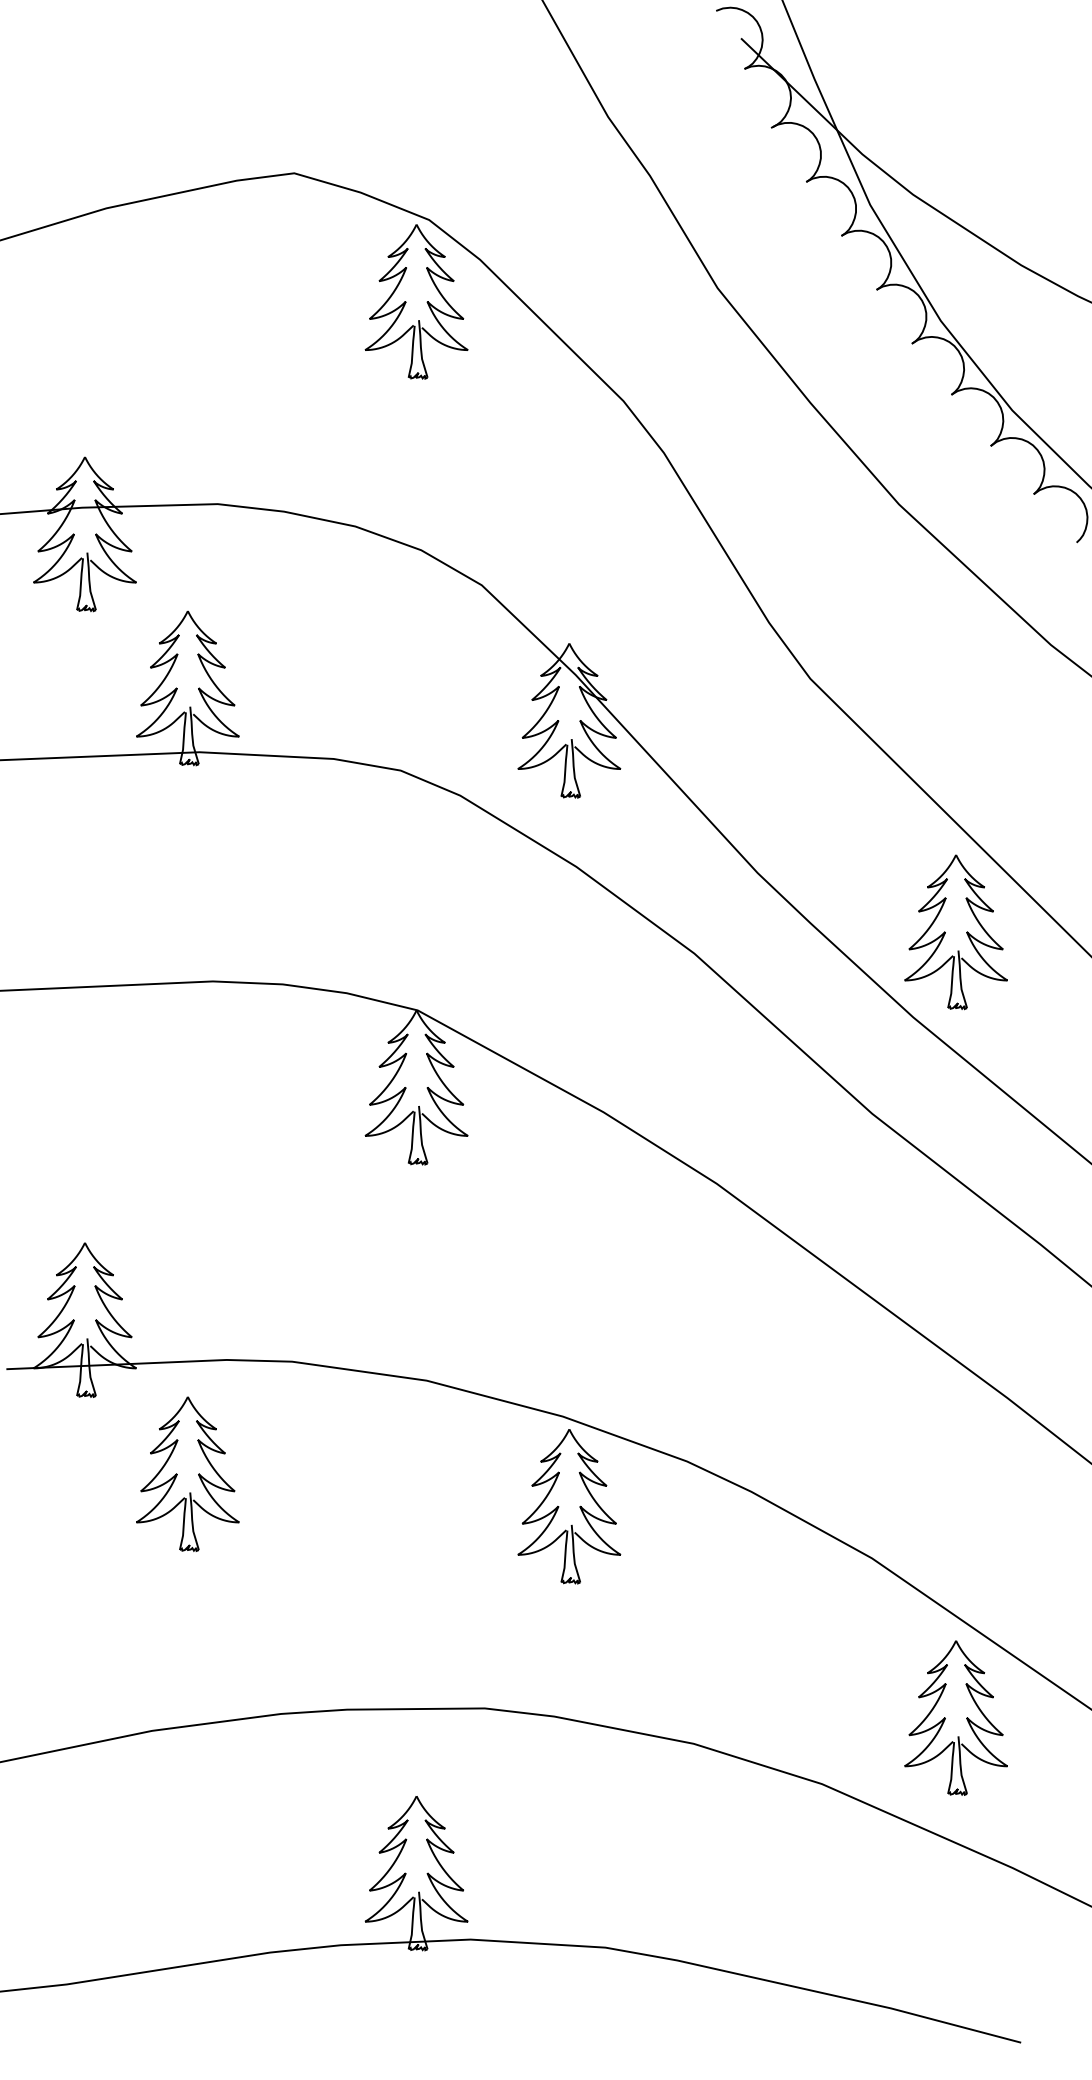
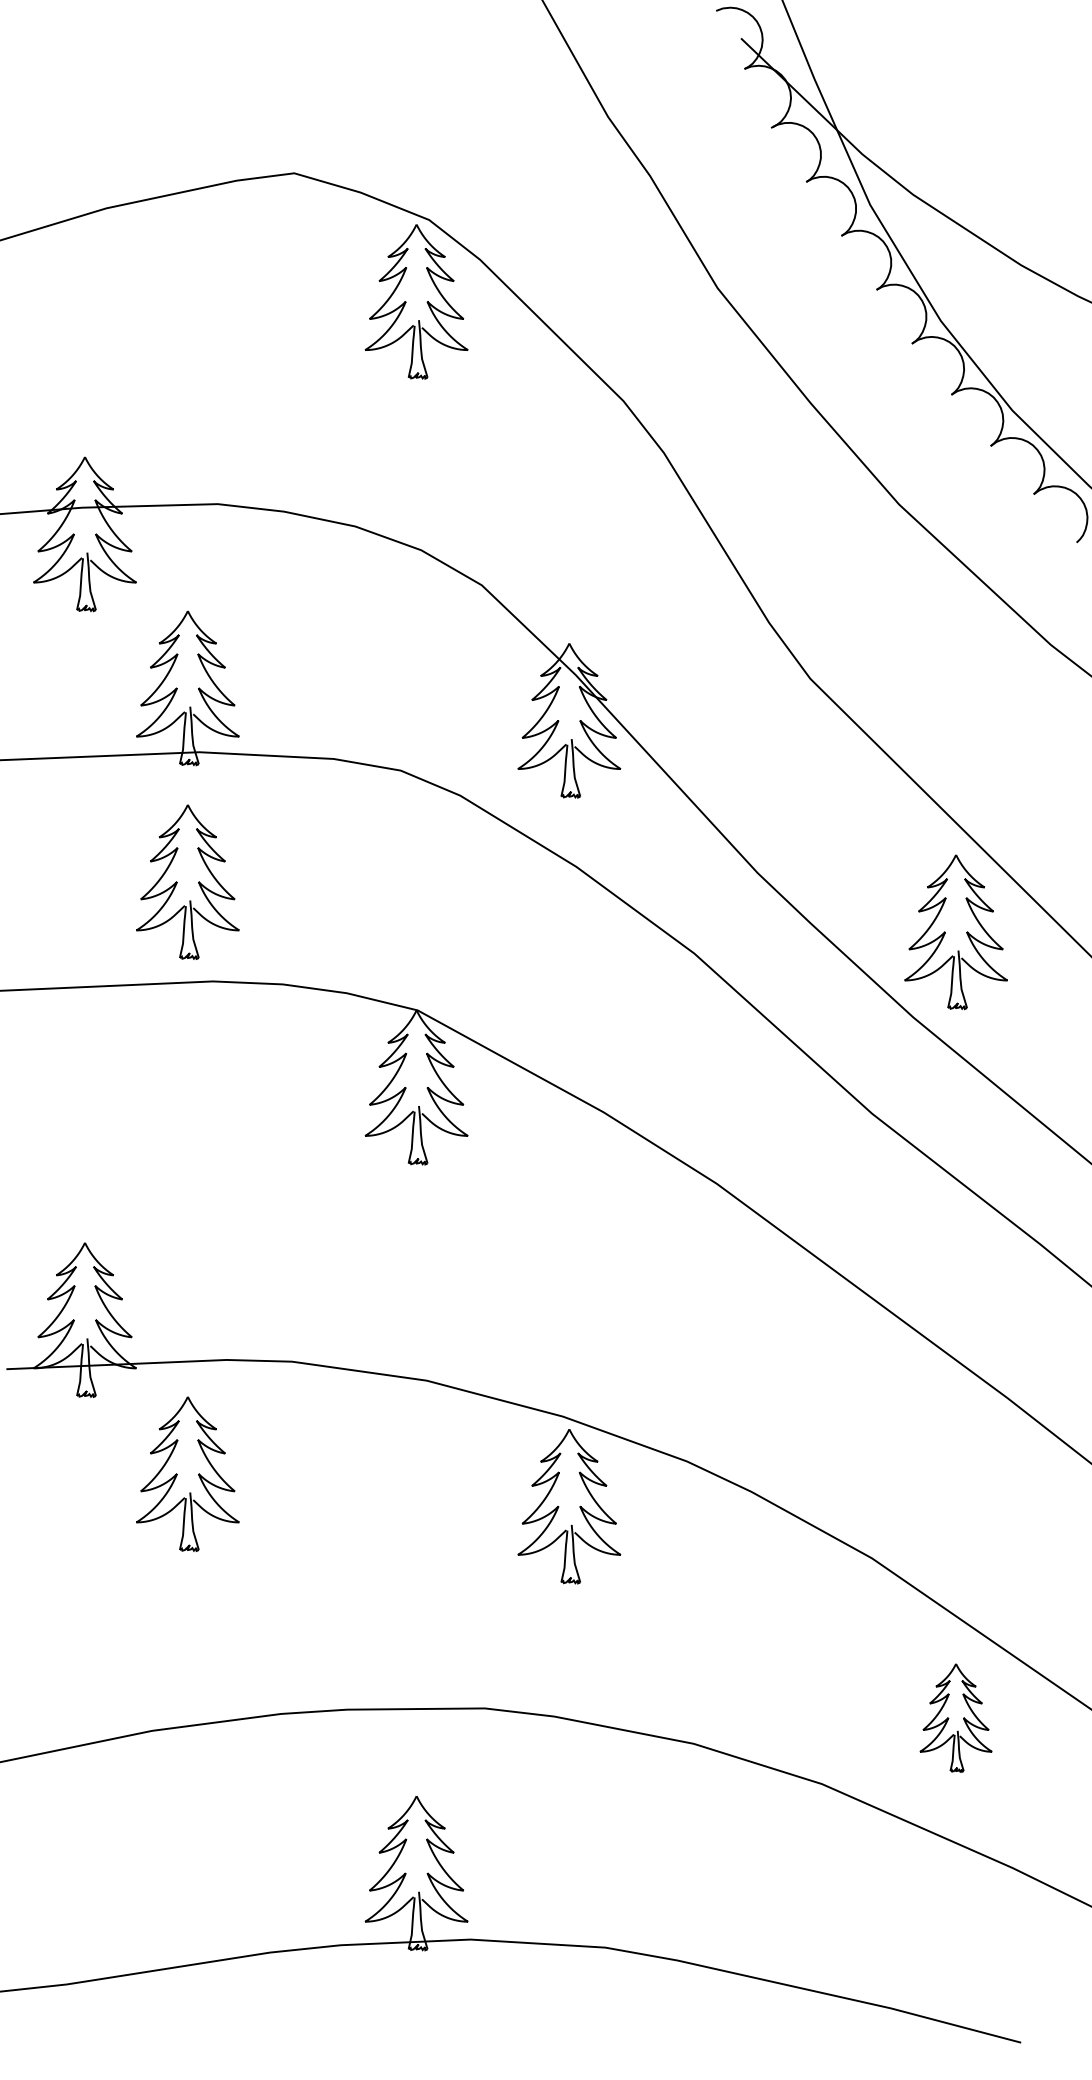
part at (187, 881): none -> present
part at (955, 1717) size: 104x156 px -> 74x110 px
